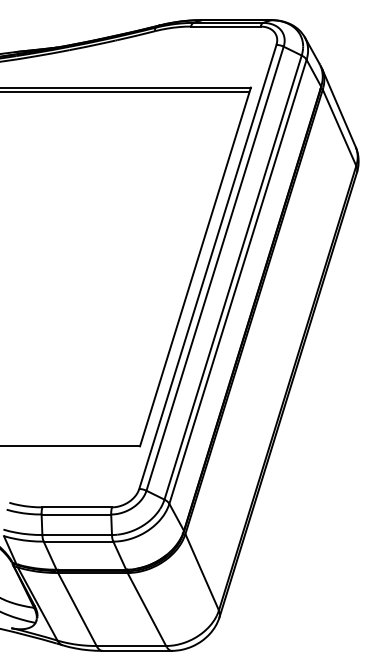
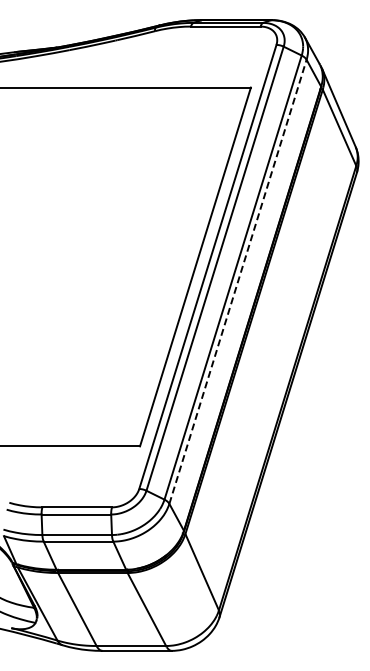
line at (125, 92): present -> none
line at (238, 281): solid -> dashed
